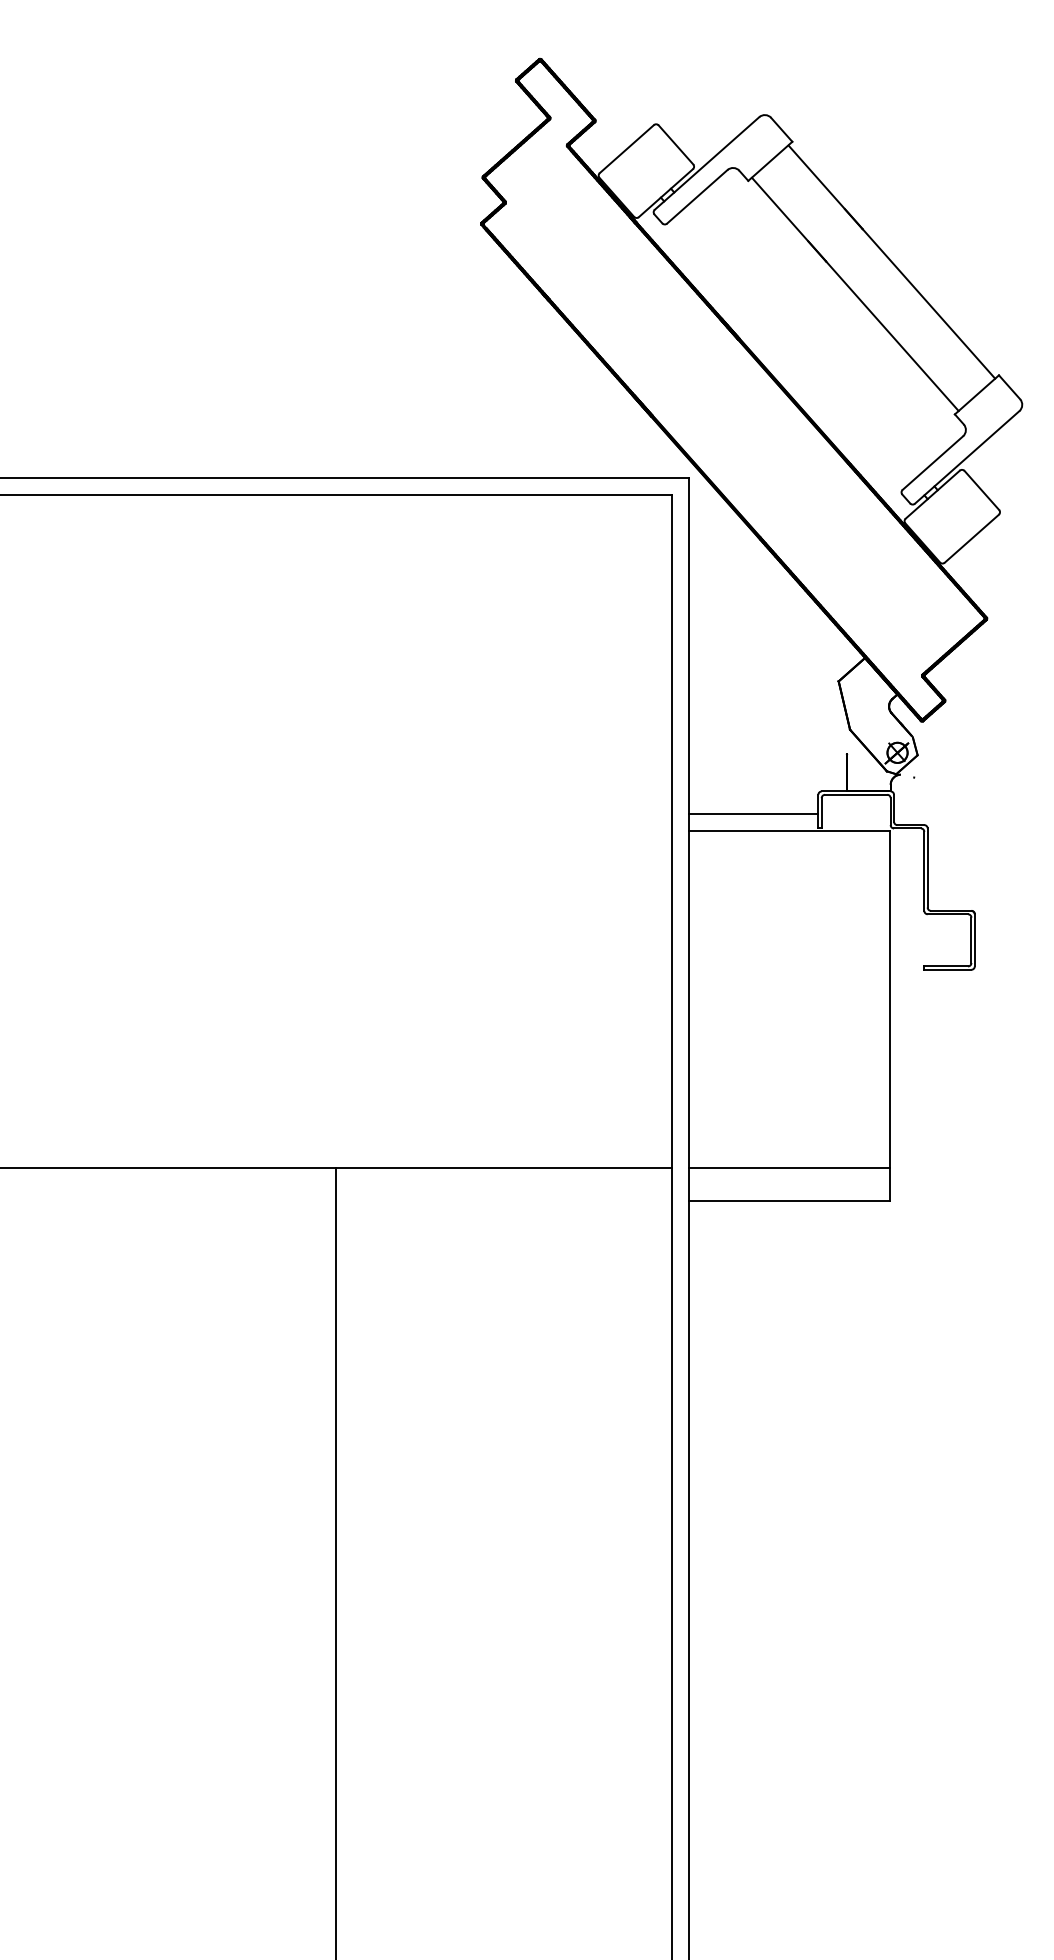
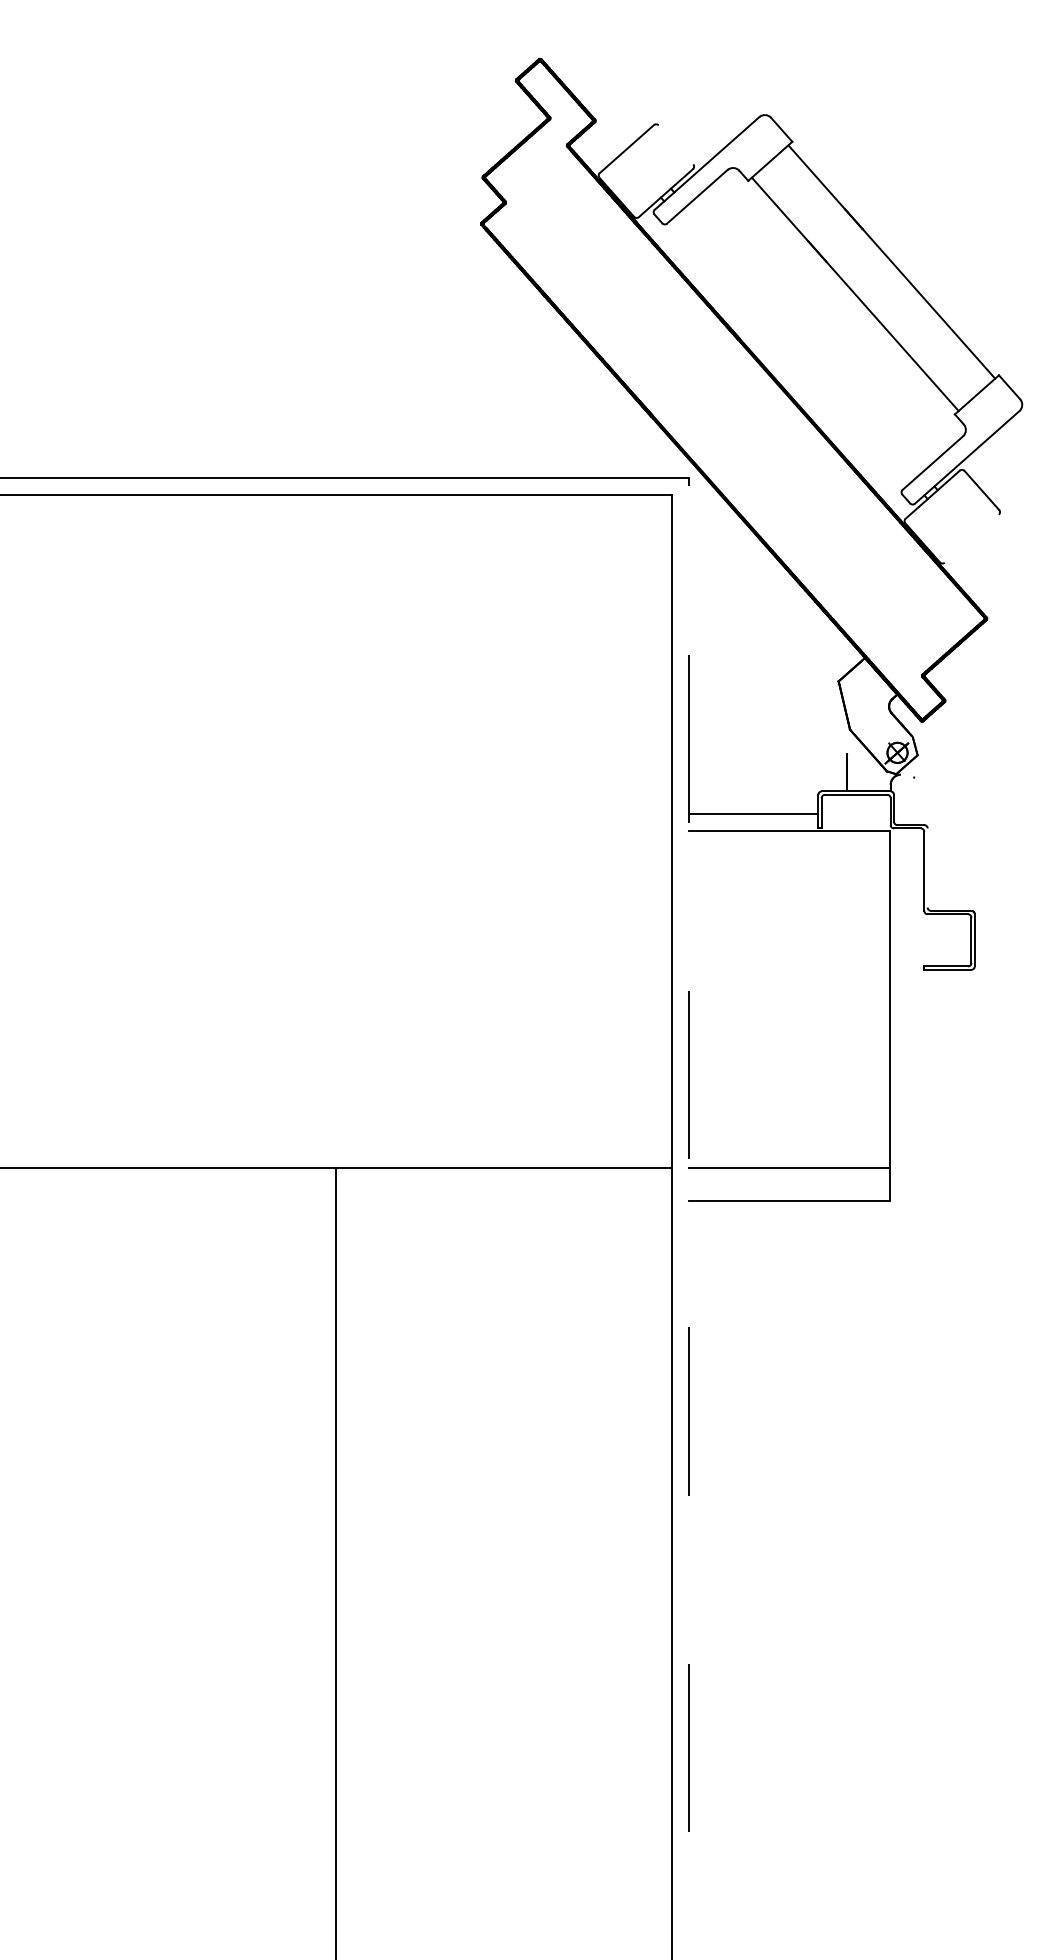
line at (675, 144): present -> none
line at (971, 538): present -> none
line at (927, 867): present -> none
line at (688, 1218): solid -> dashed
